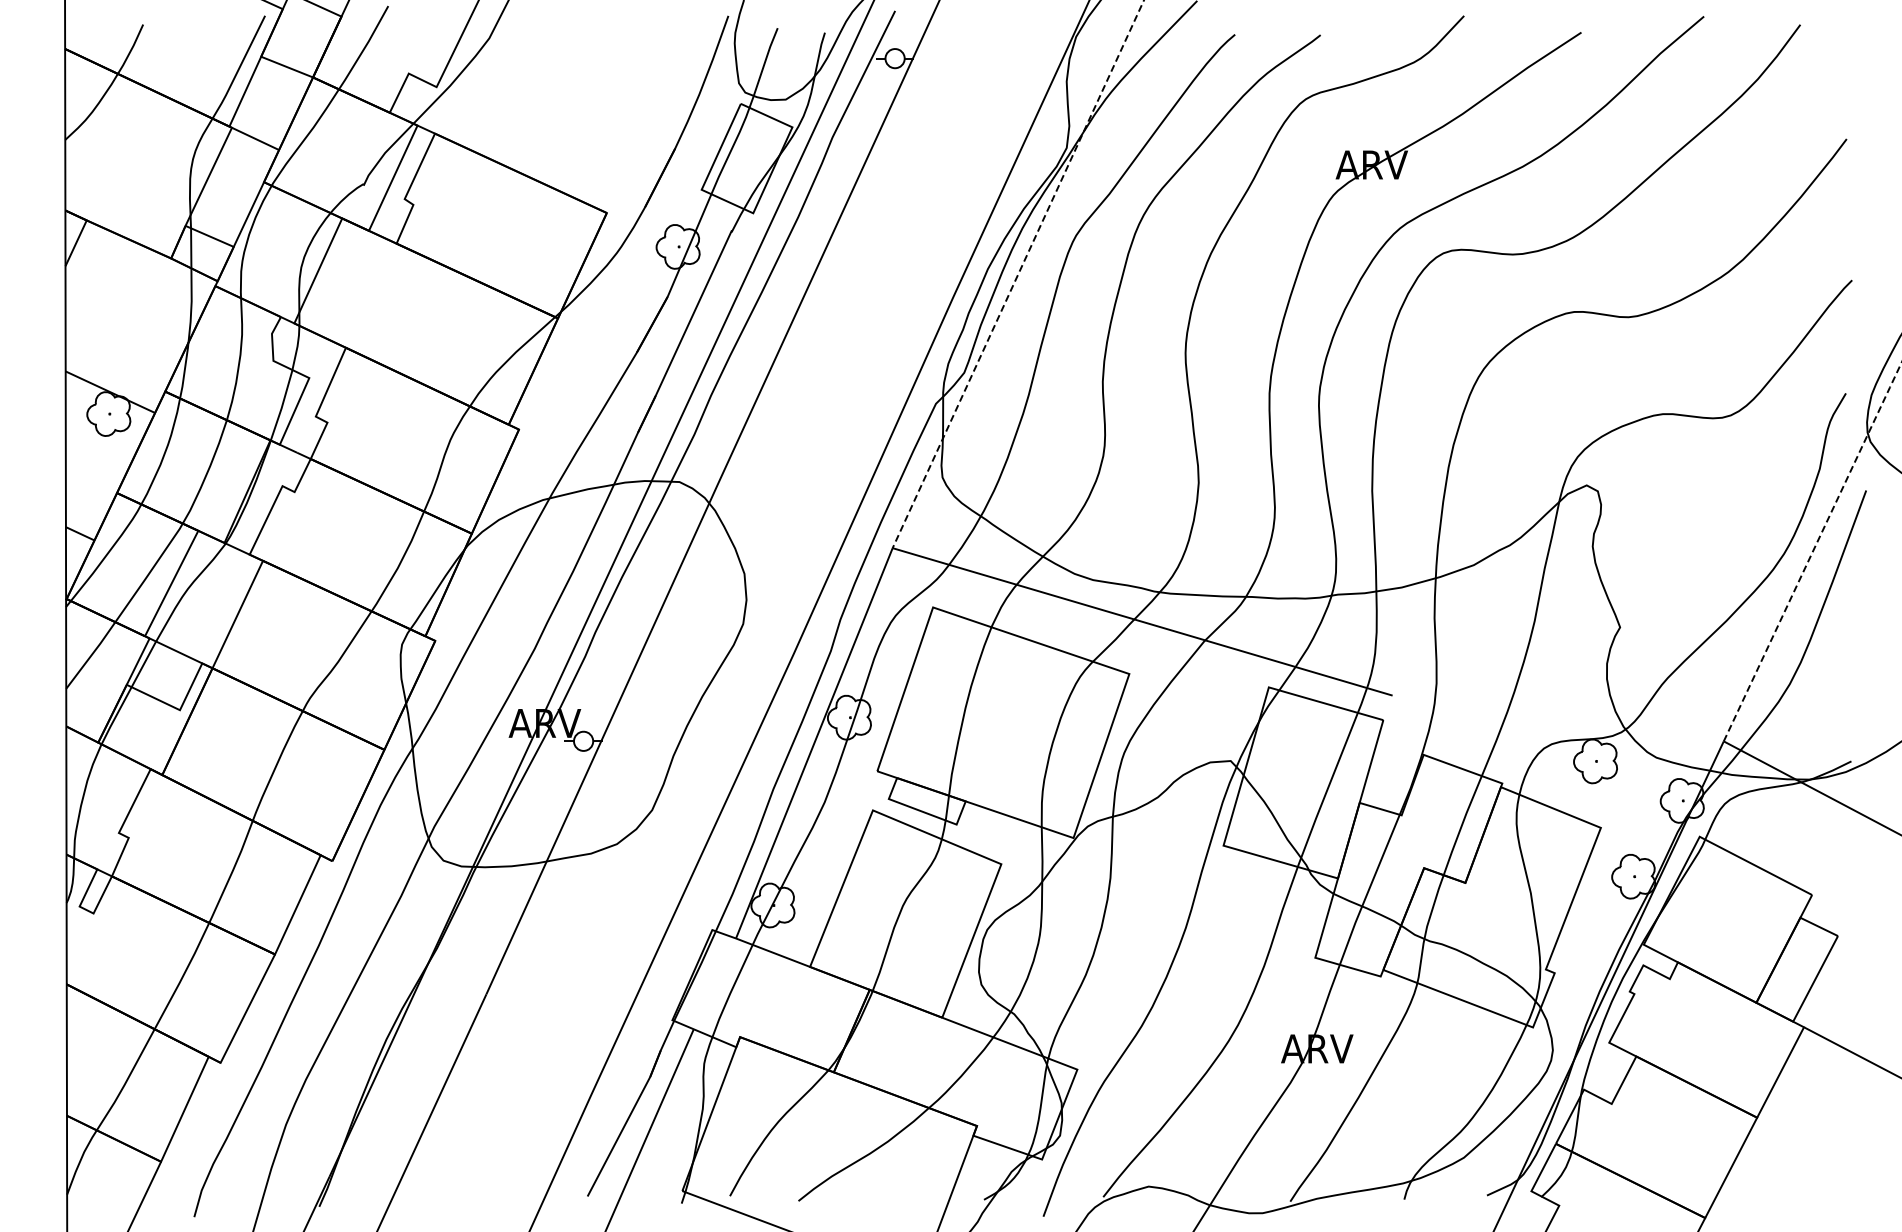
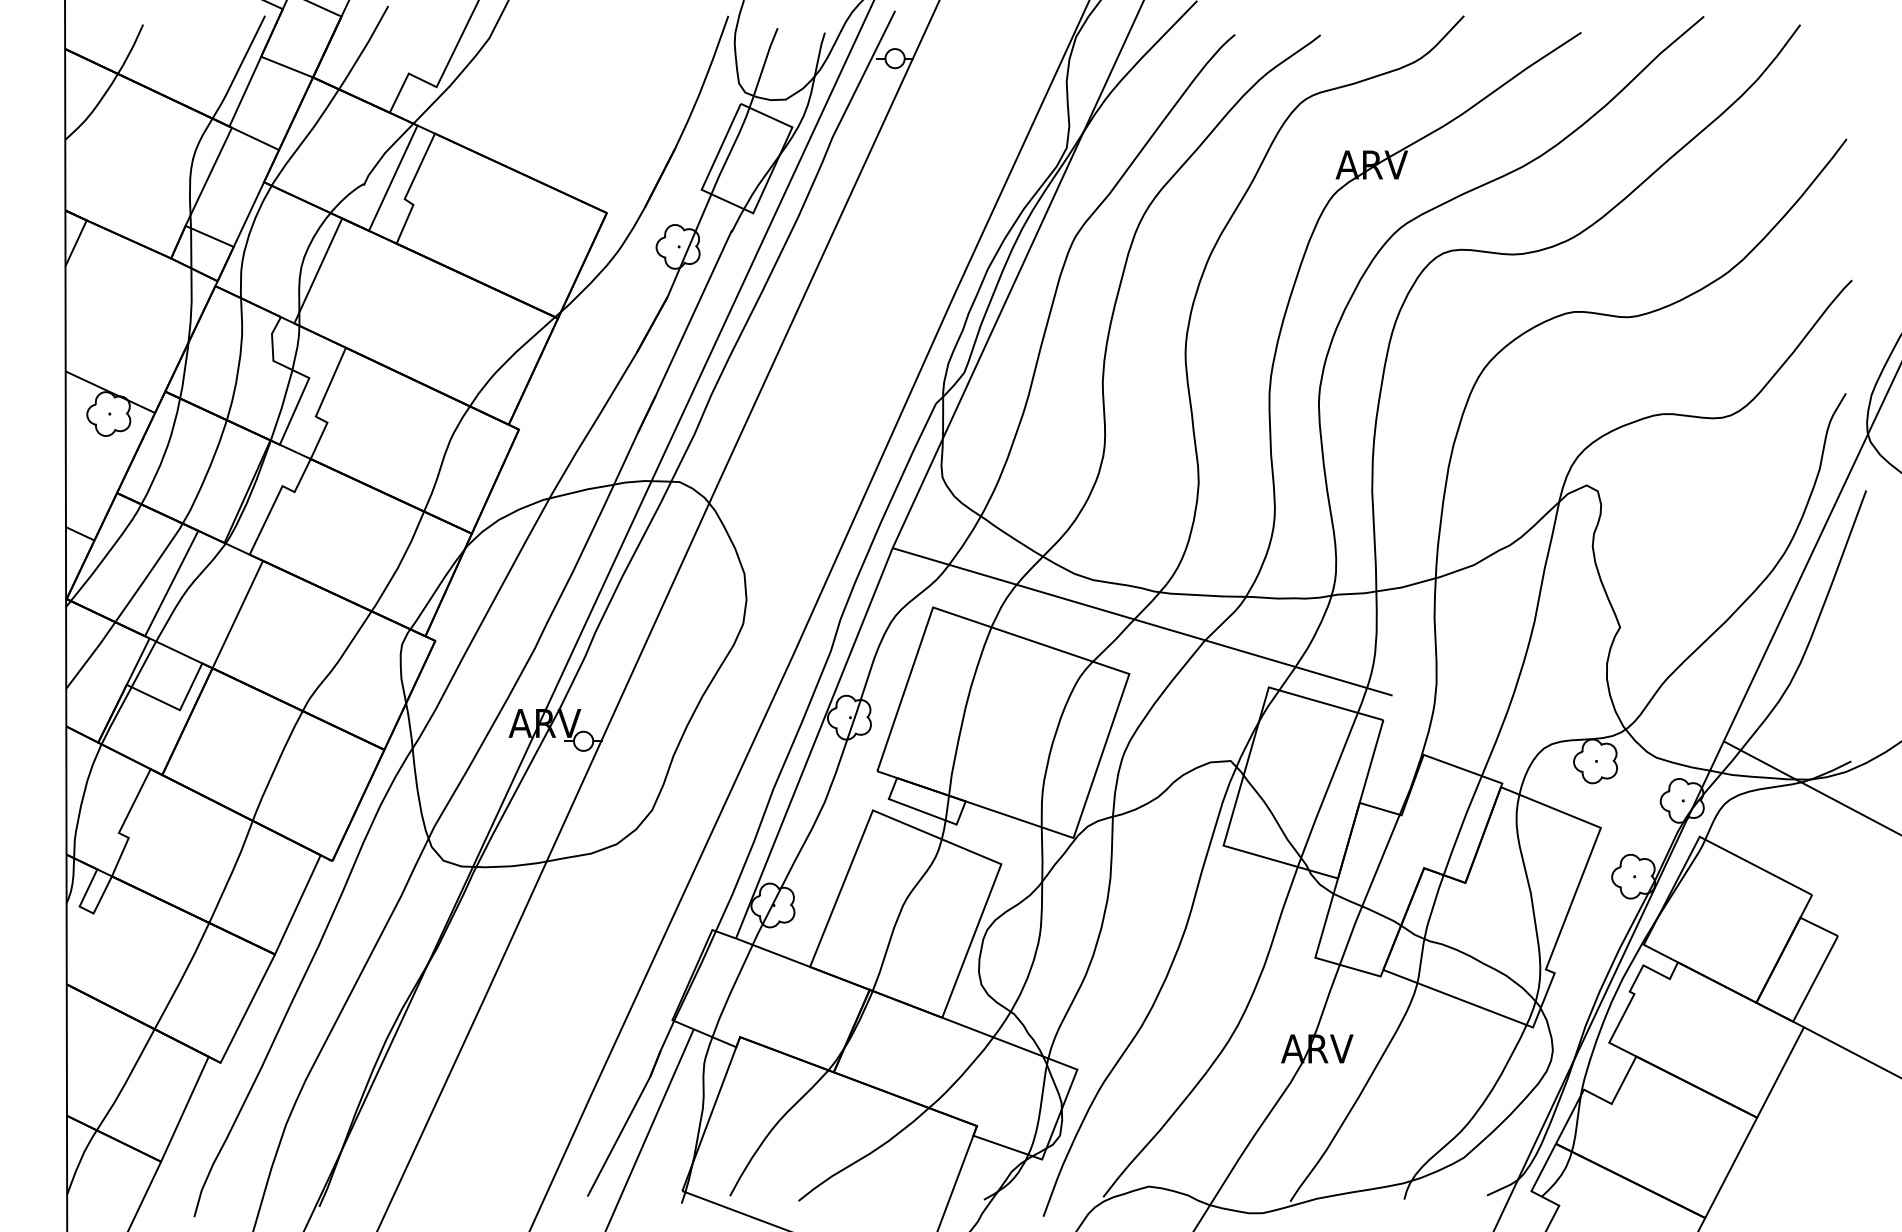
line at (1018, 274): dashed -> solid
line at (1813, 550): dashed -> solid
